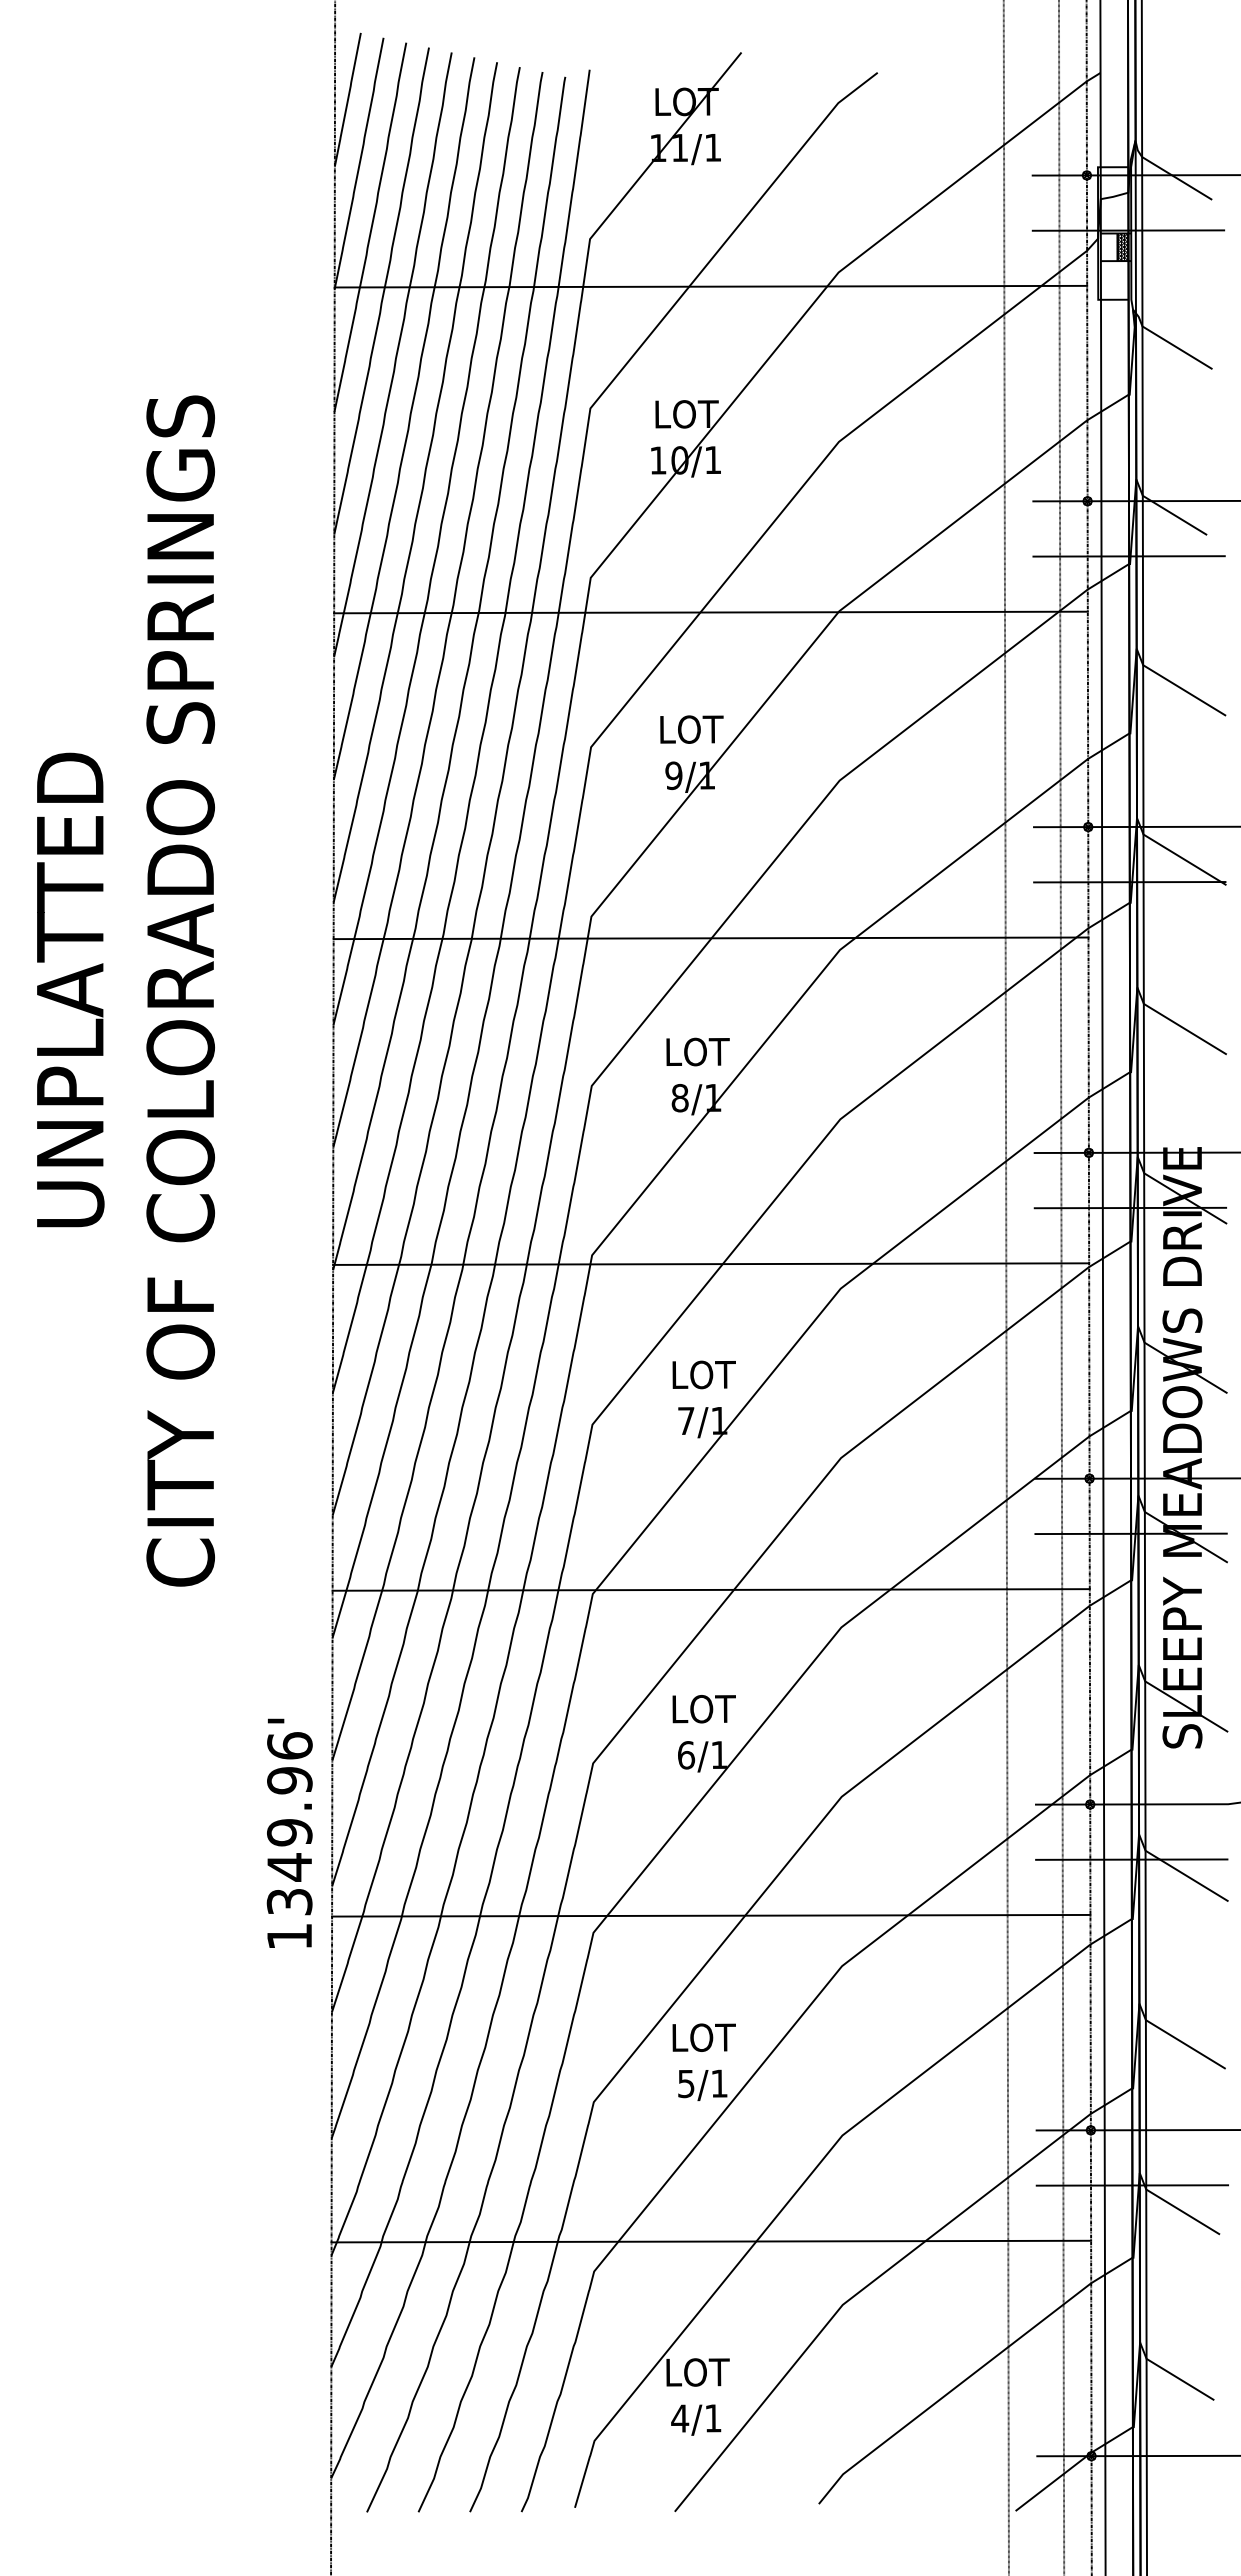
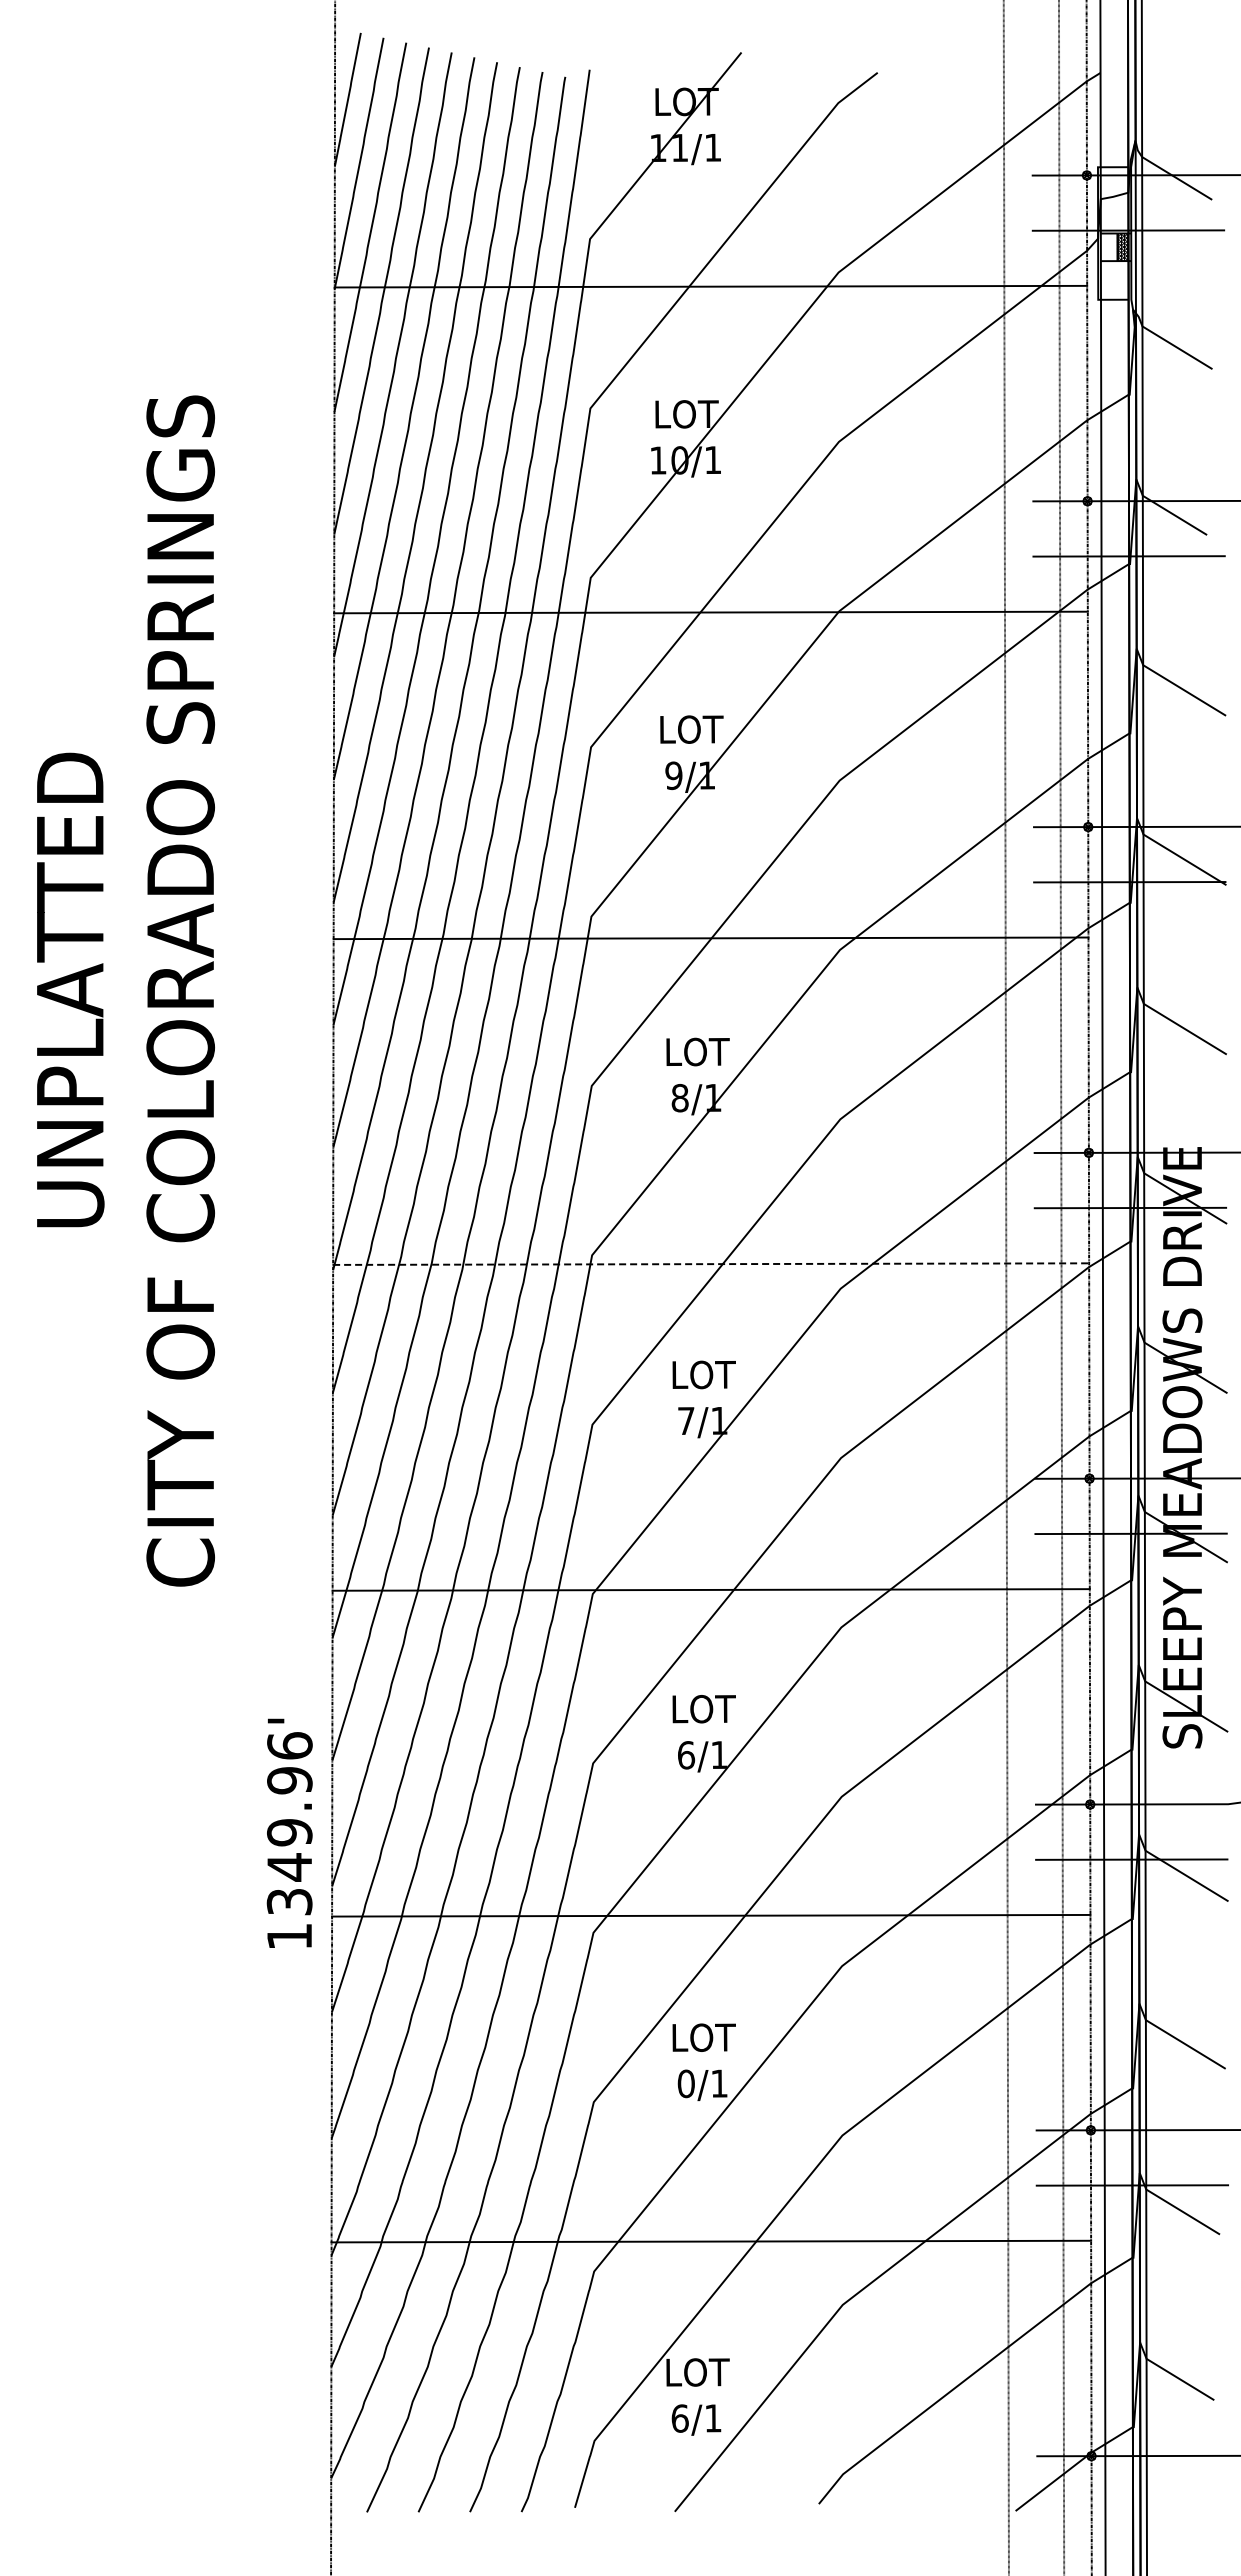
line at (711, 1264): solid -> dashed
text at (685, 2083): 5/1 -> 0/1
text at (680, 2418): 4/1 -> 6/1
